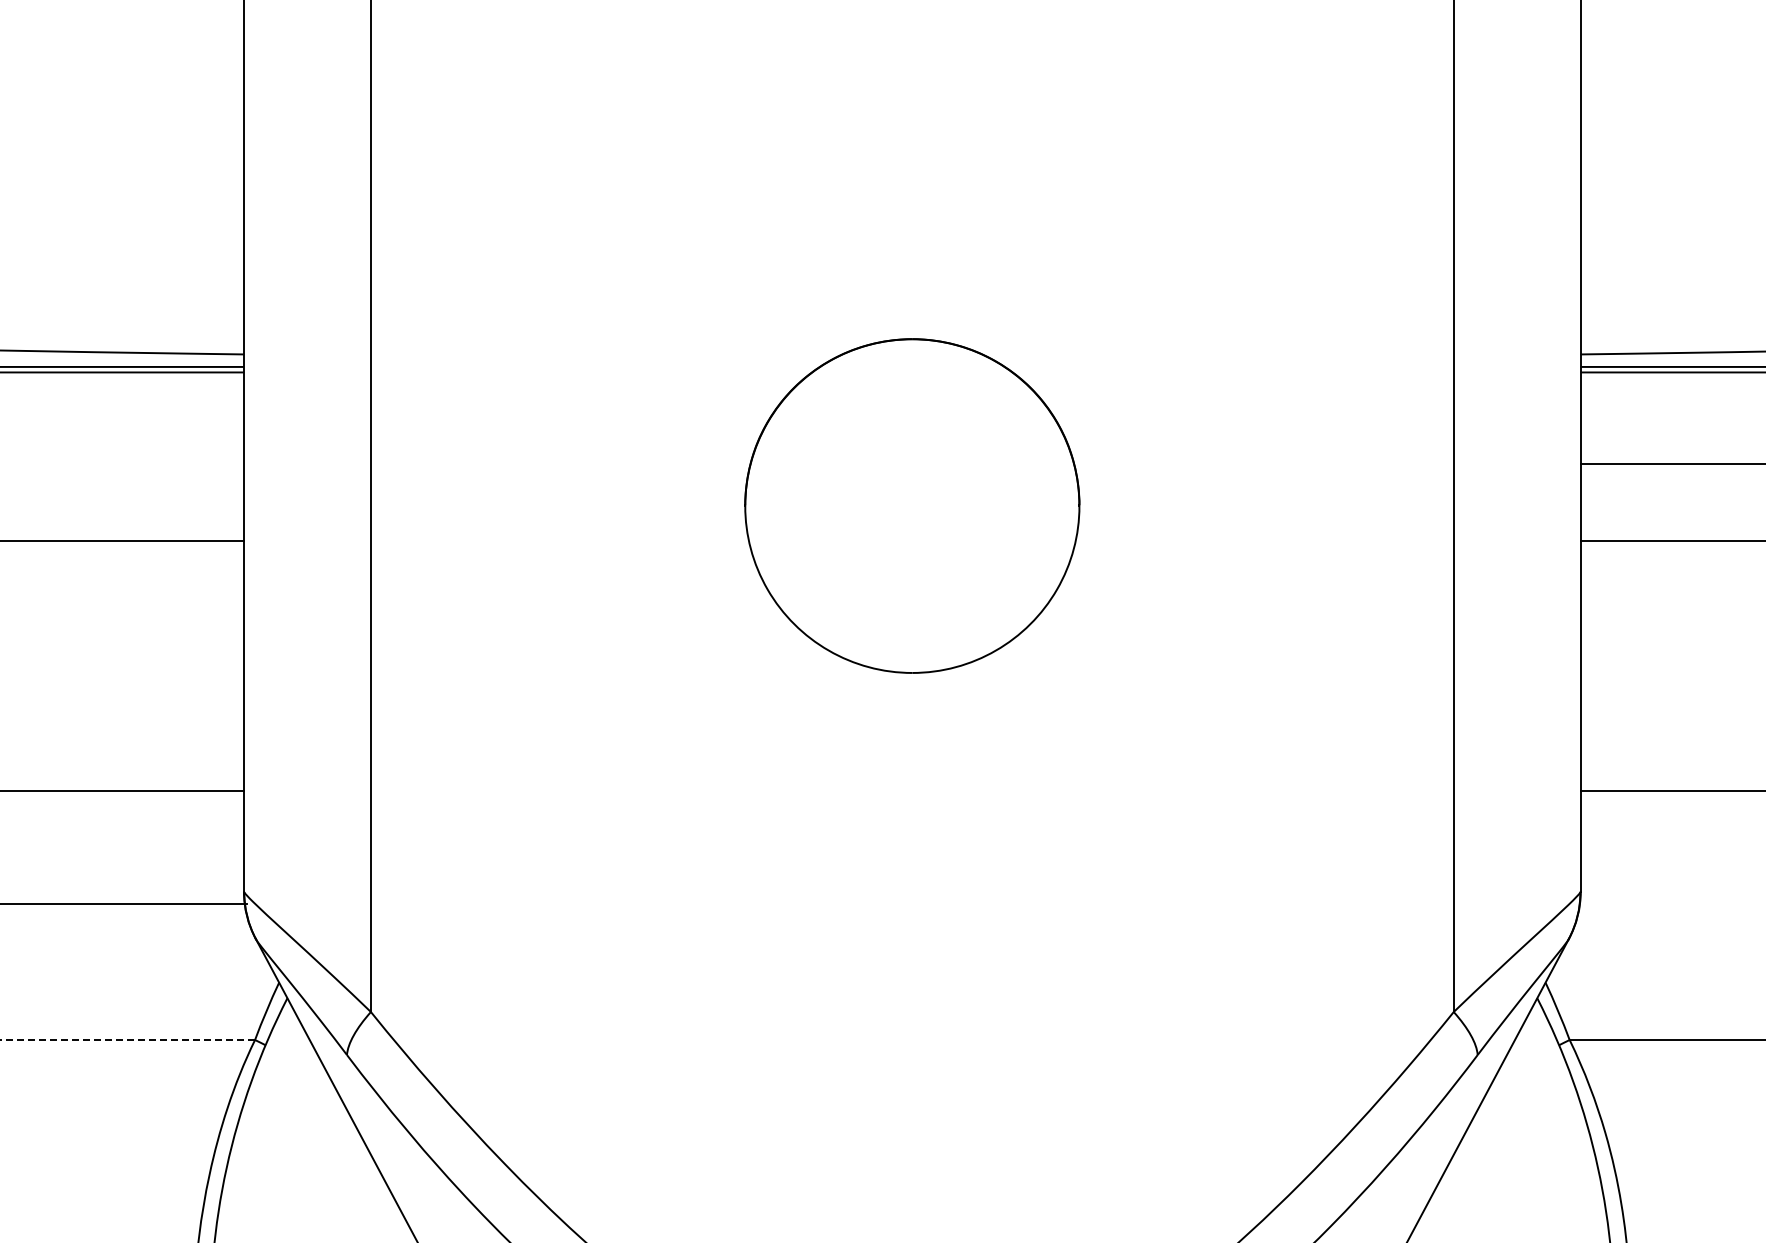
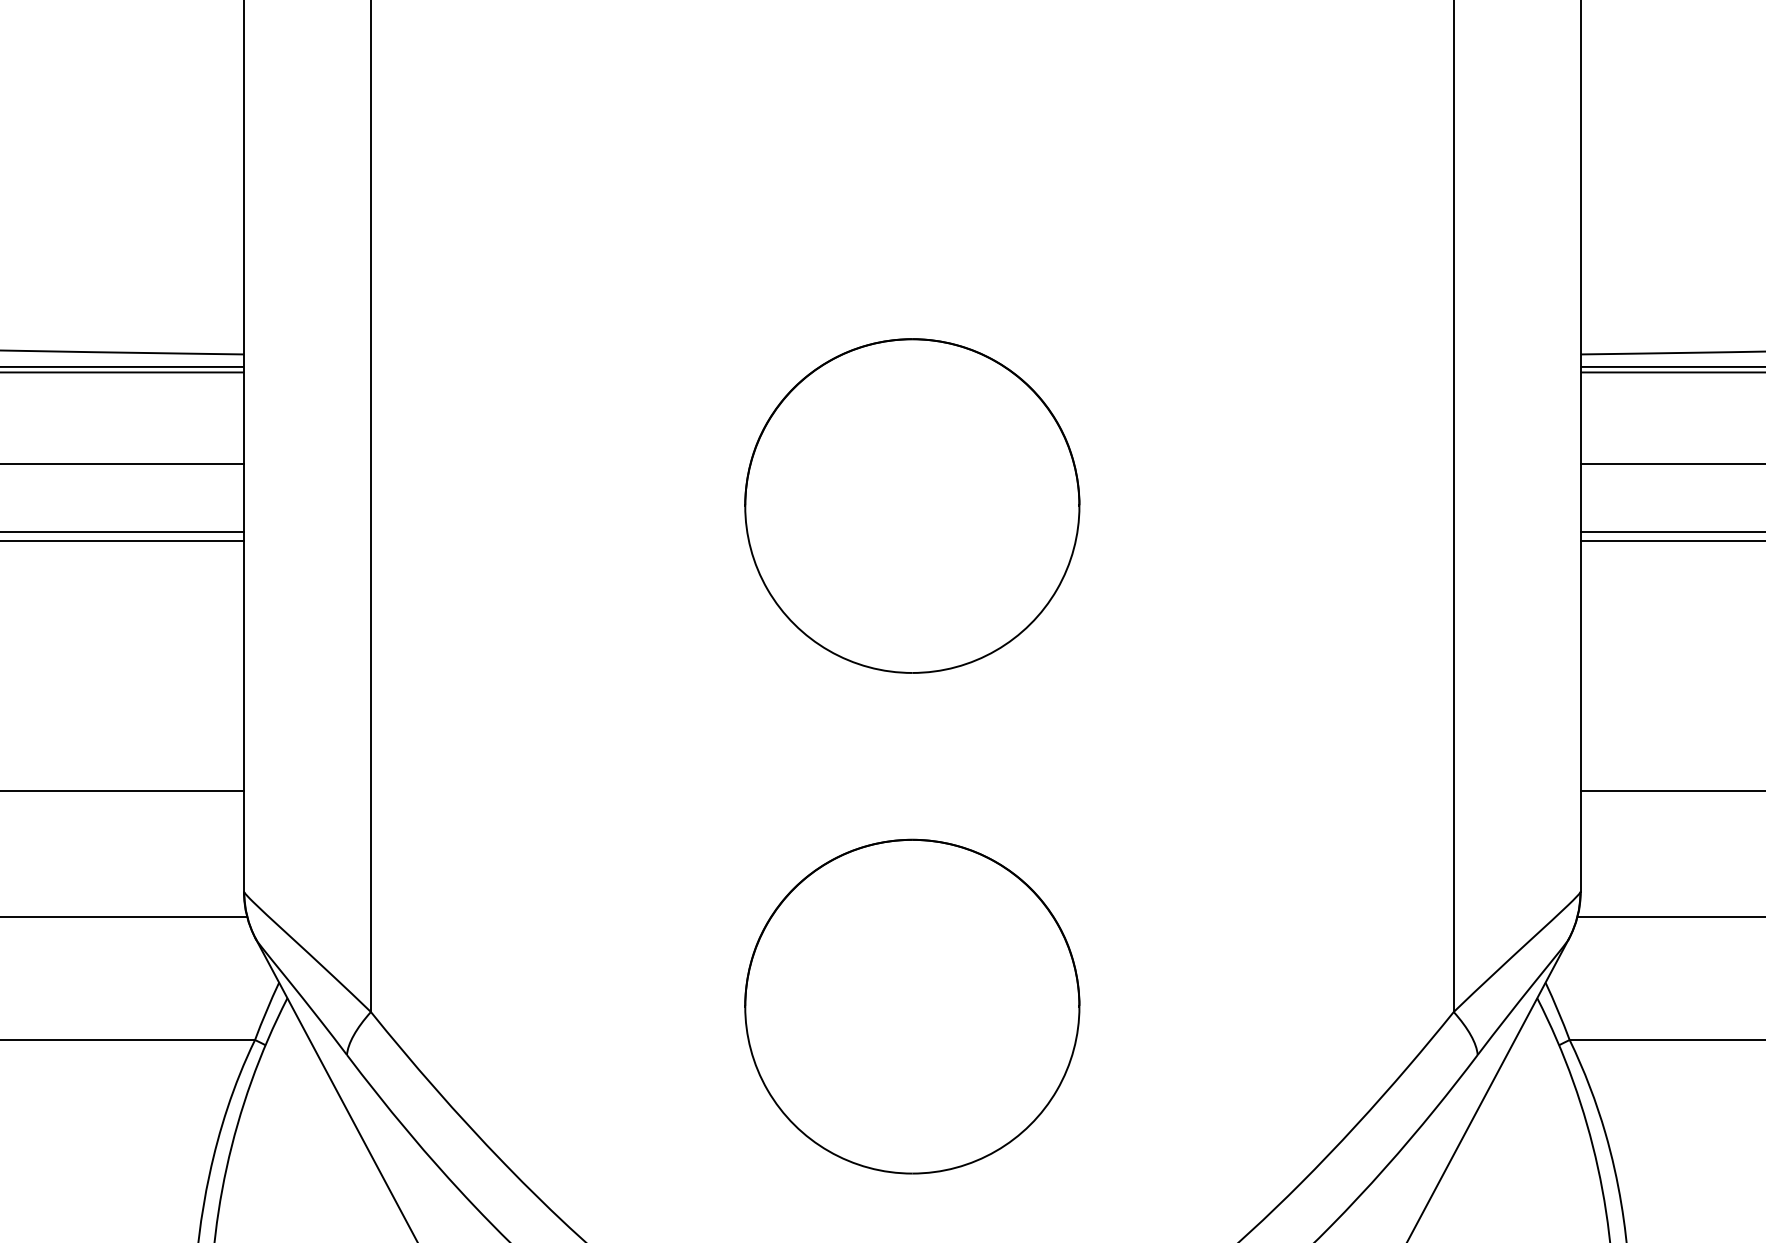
line at (122, 464): none -> present
line at (122, 532): none -> present
line at (1671, 532): none -> present
line at (124, 903) position: (124, 903) -> (124, 916)
line at (1669, 916): none -> present
part at (912, 1006): none -> present
line at (127, 1040): dashed -> solid
